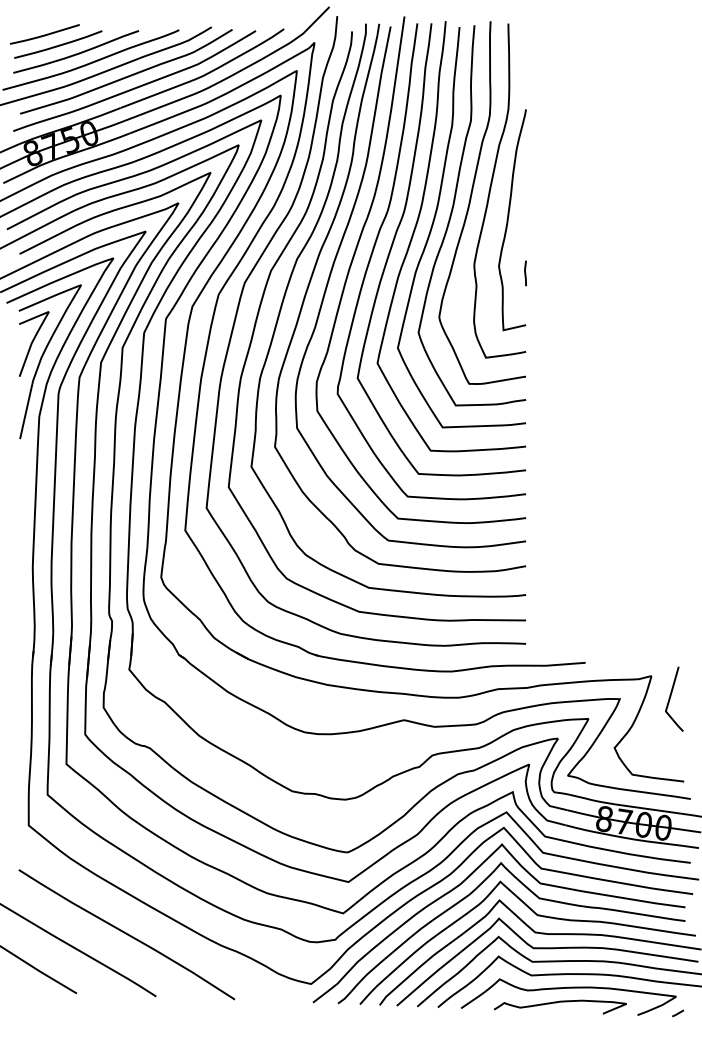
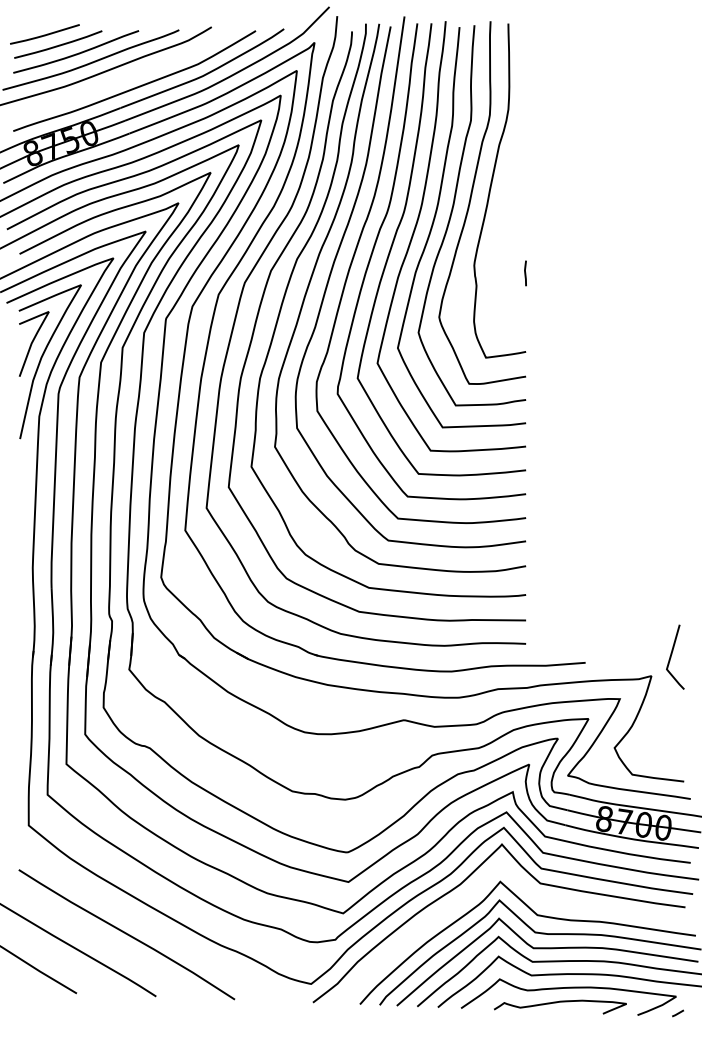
curve at (127, 75): present -> none
curve at (508, 220): present -> none
curve at (671, 696) position: (671, 696) -> (672, 654)
curve at (536, 897): present -> none
